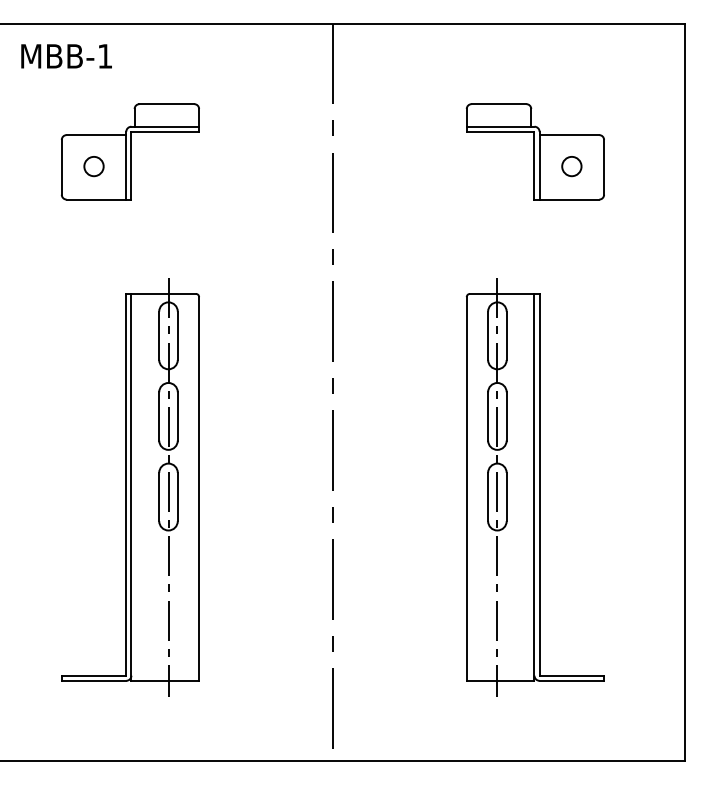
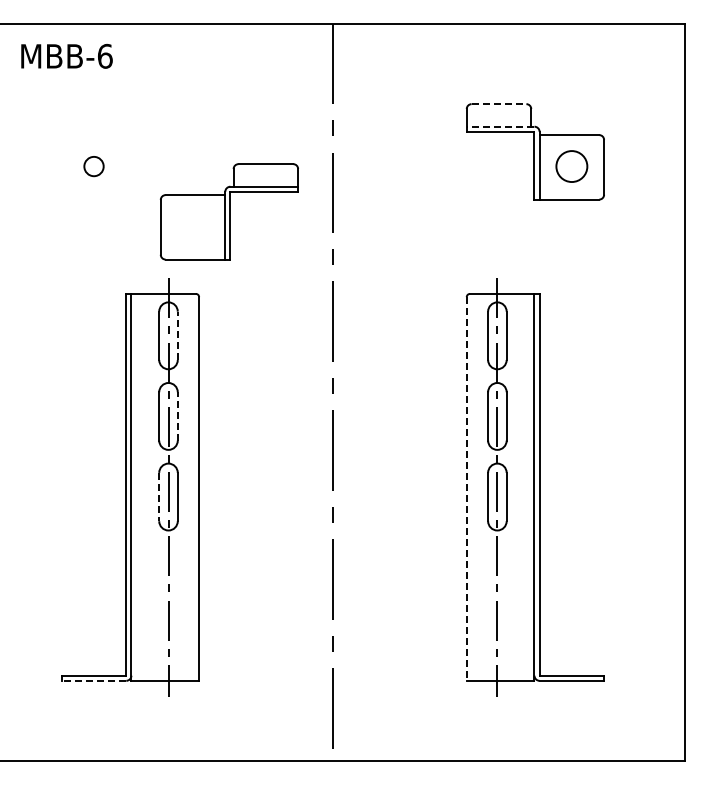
text at (105, 55): MBB-1 -> MBB-6
line at (499, 104): solid -> dashed
line at (500, 126): solid -> dashed
part at (129, 151) position: (129, 151) -> (228, 211)
circle at (571, 166) diameter: 19 px -> 31 px
line at (177, 335): solid -> dashed
line at (177, 415): solid -> dashed
line at (466, 488): solid -> dashed
line at (159, 497): solid -> dashed
line at (93, 680): solid -> dashed
